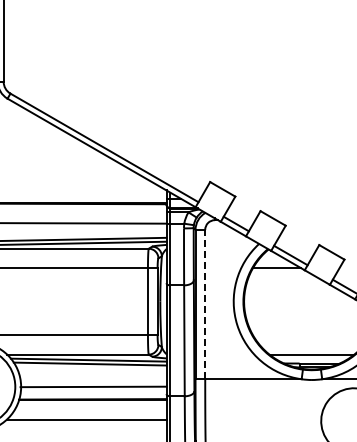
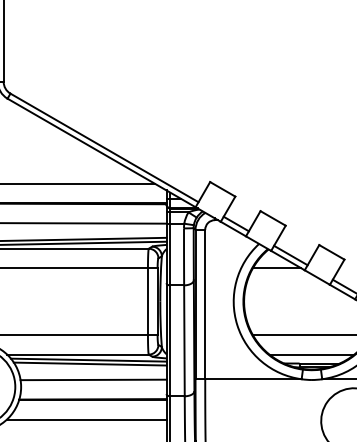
line at (78, 183): none -> present
line at (205, 304): dashed -> solid
line at (302, 335): none -> present
line at (93, 386) position: (93, 386) -> (93, 379)
